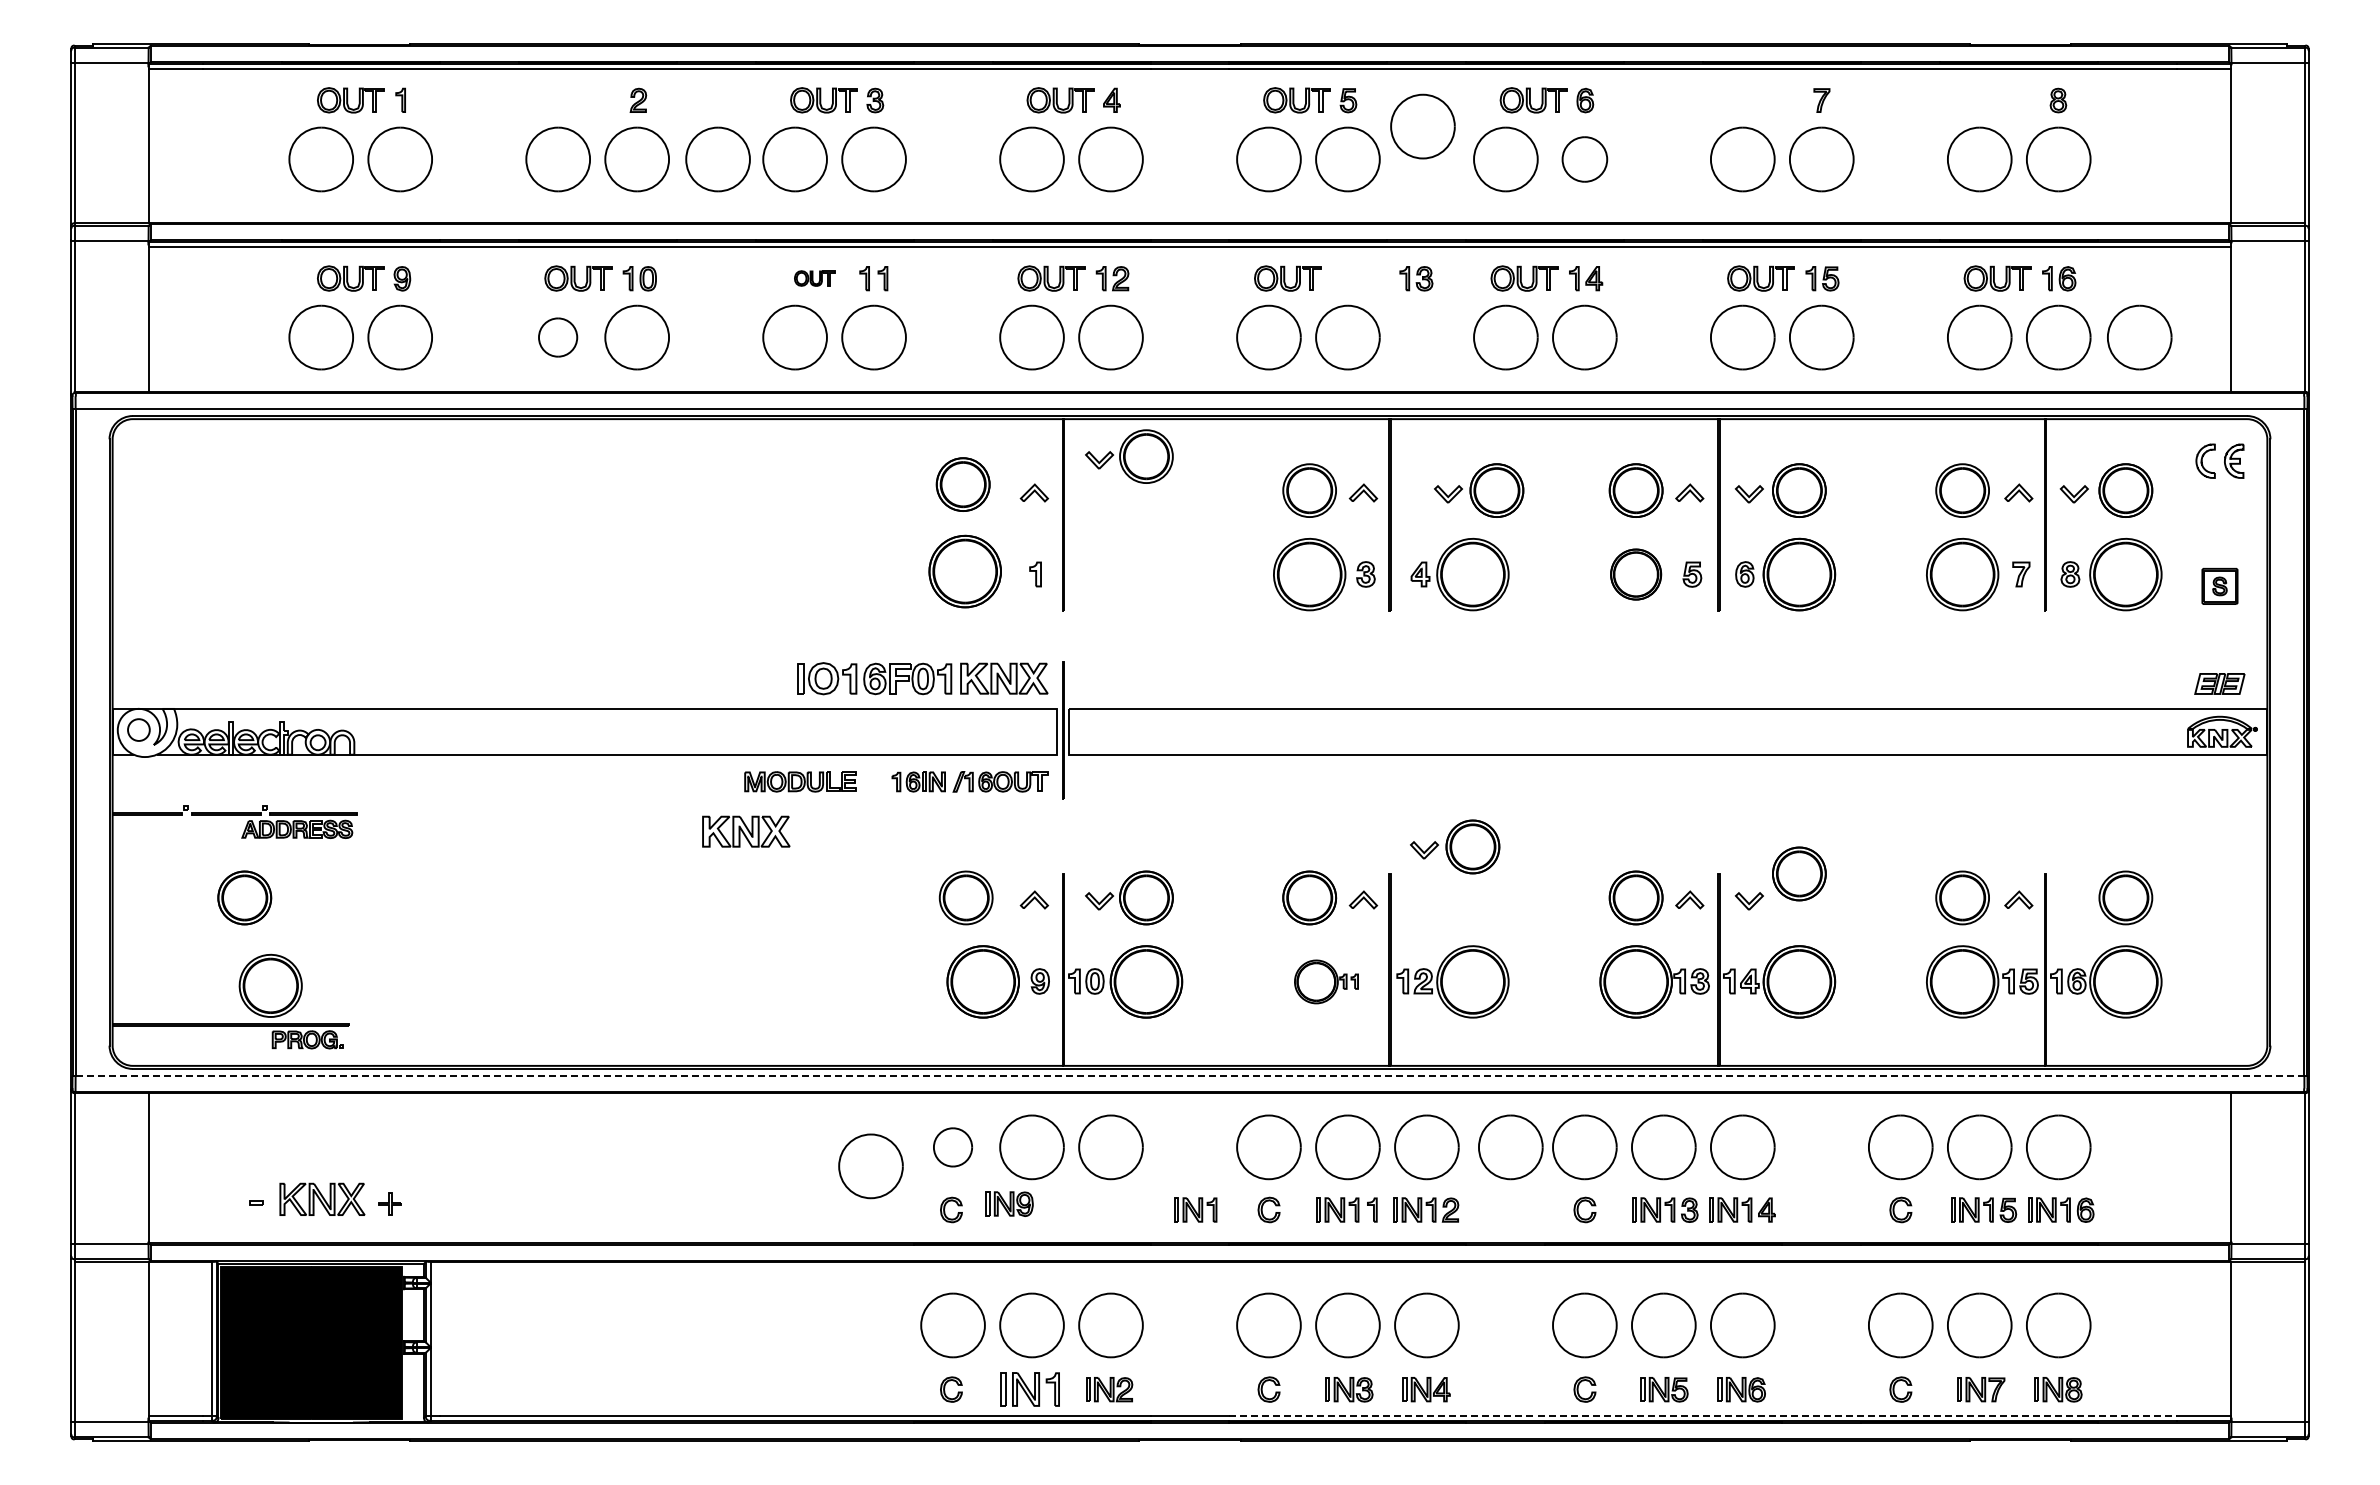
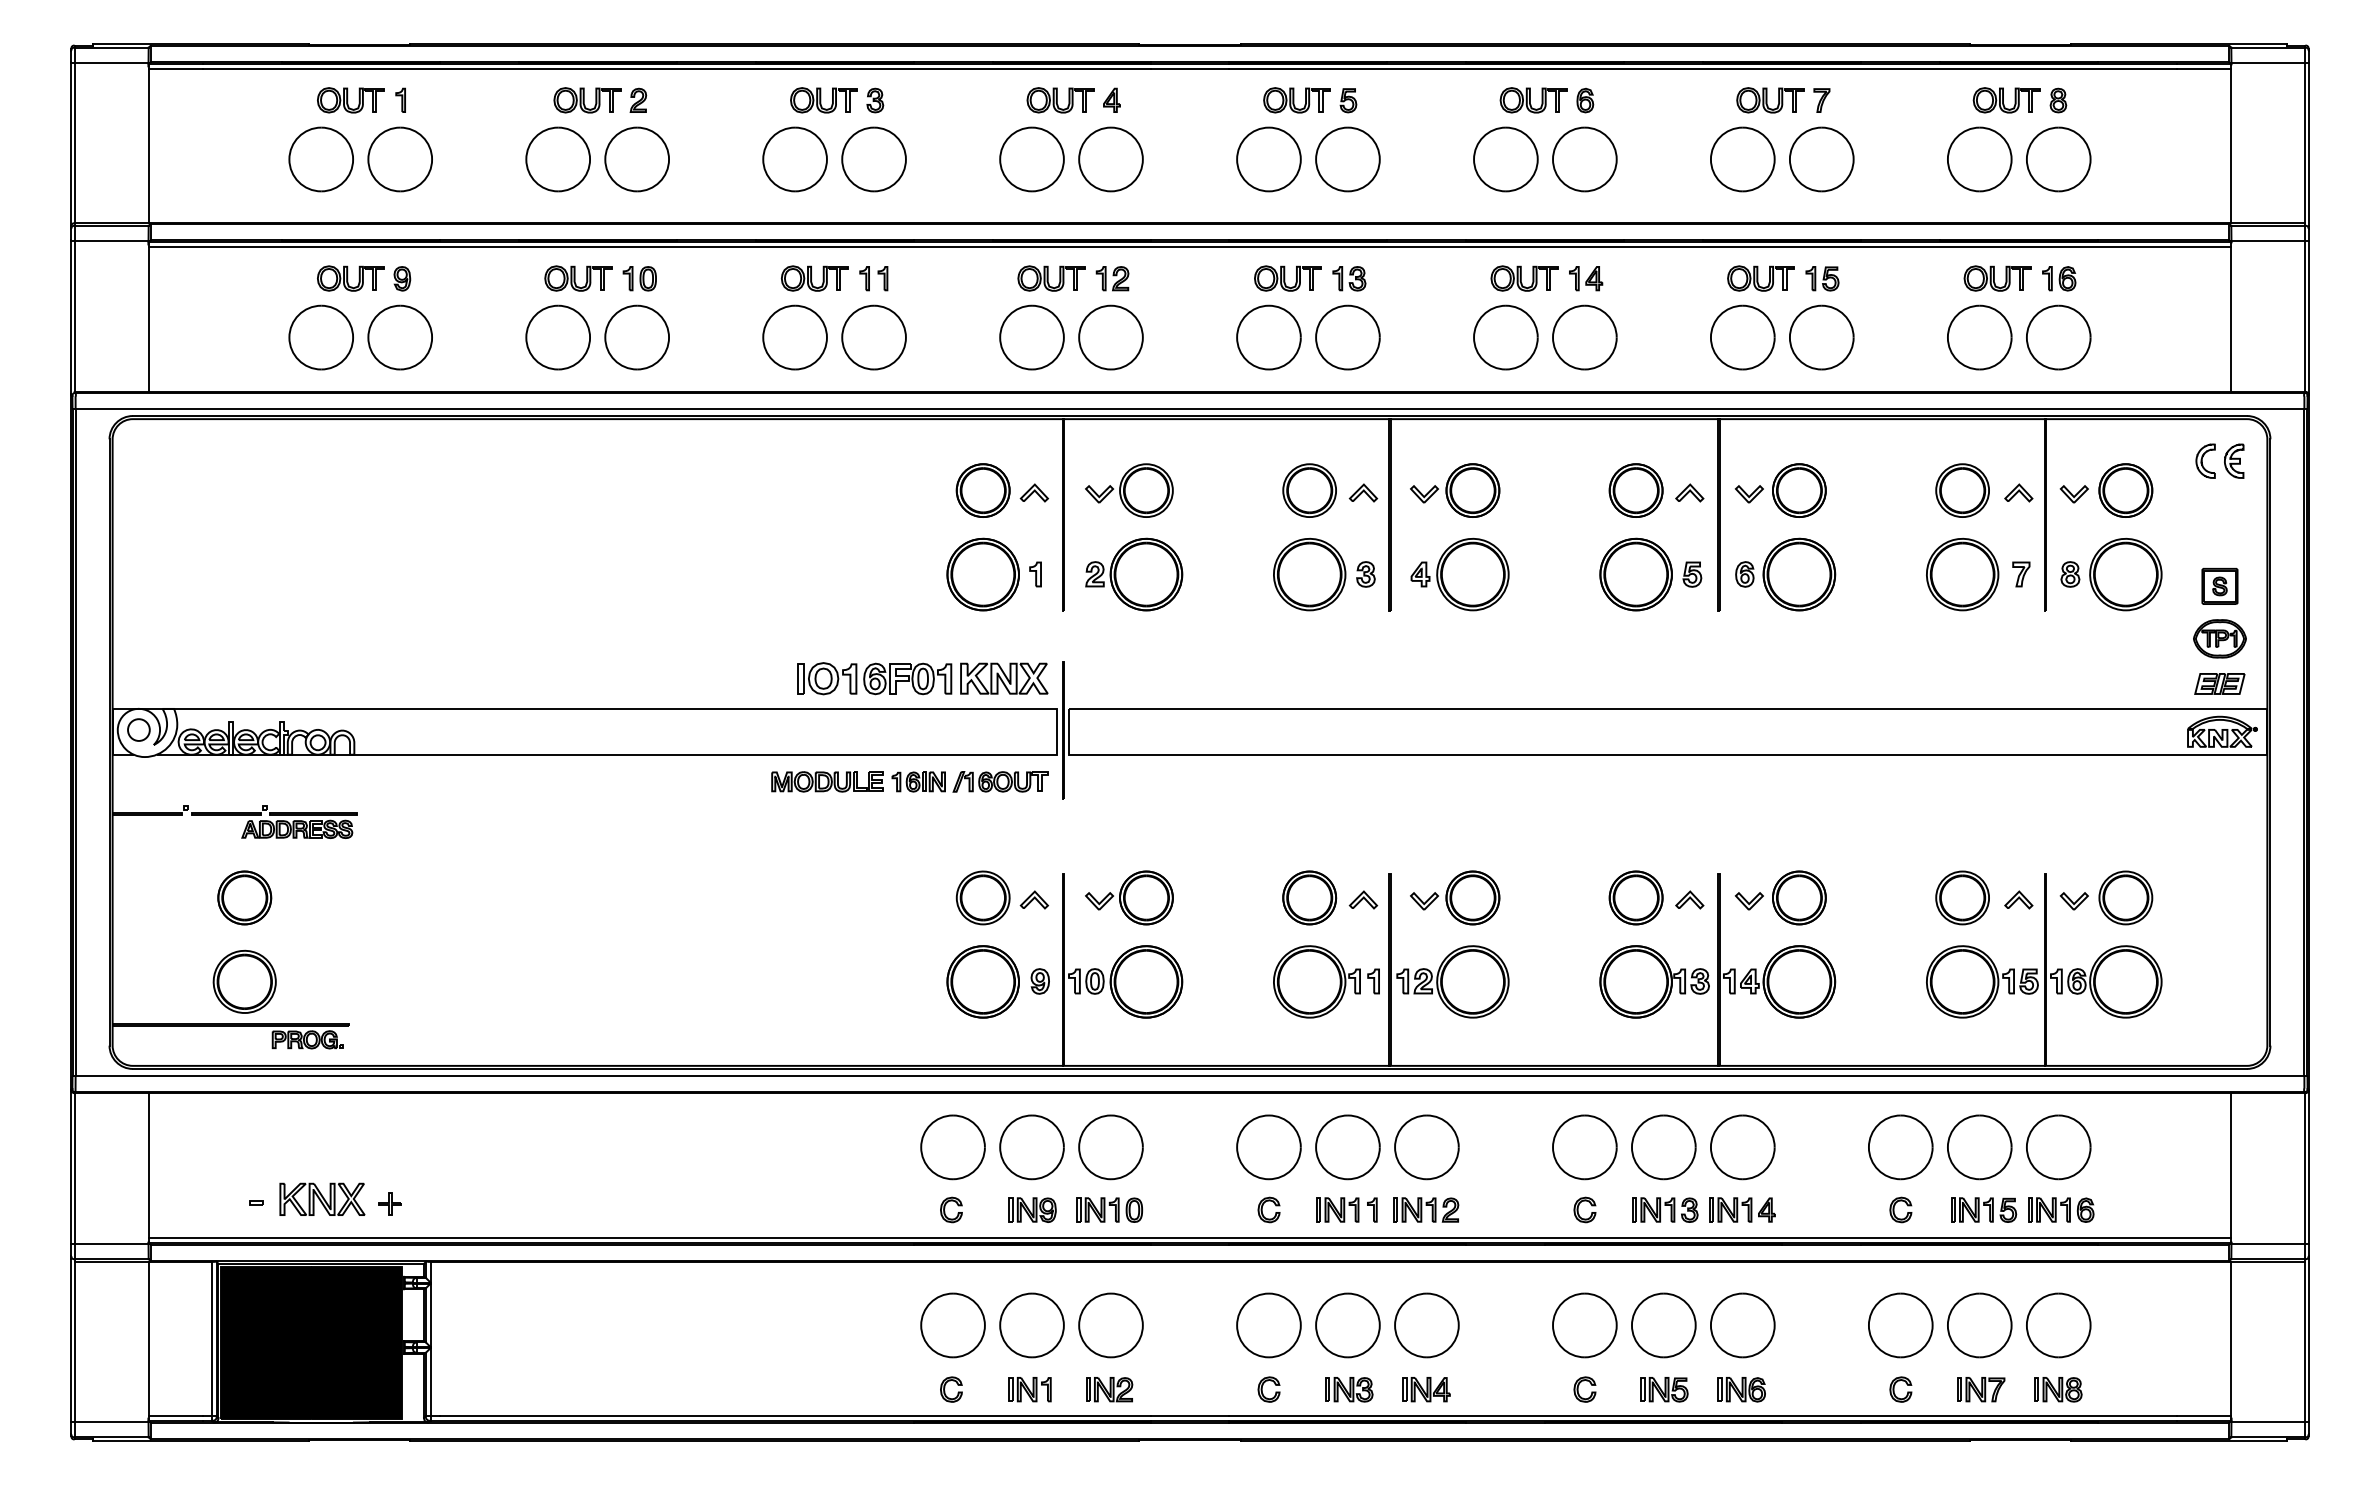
part at (587, 100): none -> present
part at (1770, 100): none -> present
part at (2006, 100): none -> present
part at (1422, 126): present -> none
part at (717, 159): present -> none
part at (1584, 159) size: 48x47 px -> 66x67 px
part at (814, 278) size: 42x17 px -> 69x27 px
part at (1416, 278) position: (1416, 278) -> (1349, 278)
part at (558, 337) size: 41x41 px -> 66x67 px
part at (2139, 337): present -> none
part at (1129, 456) position: (1129, 456) -> (1129, 490)
part at (962, 484) position: (962, 484) -> (982, 490)
part at (1479, 490) position: (1479, 490) -> (1455, 490)
part at (964, 571) position: (964, 571) -> (982, 574)
part at (1134, 574): none -> present
part at (1636, 574) size: 53x53 px -> 74x75 px
part at (2219, 638): none -> present
part at (800, 781) position: (800, 781) -> (827, 781)
part at (746, 831): present -> none
part at (1455, 846) position: (1455, 846) -> (1455, 897)
part at (1799, 873) position: (1799, 873) -> (1799, 897)
part at (965, 897) position: (965, 897) -> (982, 897)
part at (2073, 901): none -> present
part at (1326, 981) size: 65x46 px -> 107x74 px
part at (270, 985) position: (270, 985) -> (244, 981)
line at (1190, 1076): dashed -> solid
part at (952, 1147) size: 40x41 px -> 66x67 px
part at (1510, 1147): present -> none
part at (870, 1166): present -> none
part at (1009, 1203) position: (1009, 1203) -> (1032, 1209)
part at (1109, 1209): none -> present
part at (1195, 1209): present -> none
line at (1189, 1237): none -> present
part at (1029, 1389) size: 60x35 px -> 44x26 px
line at (1703, 1416): dashed -> solid
